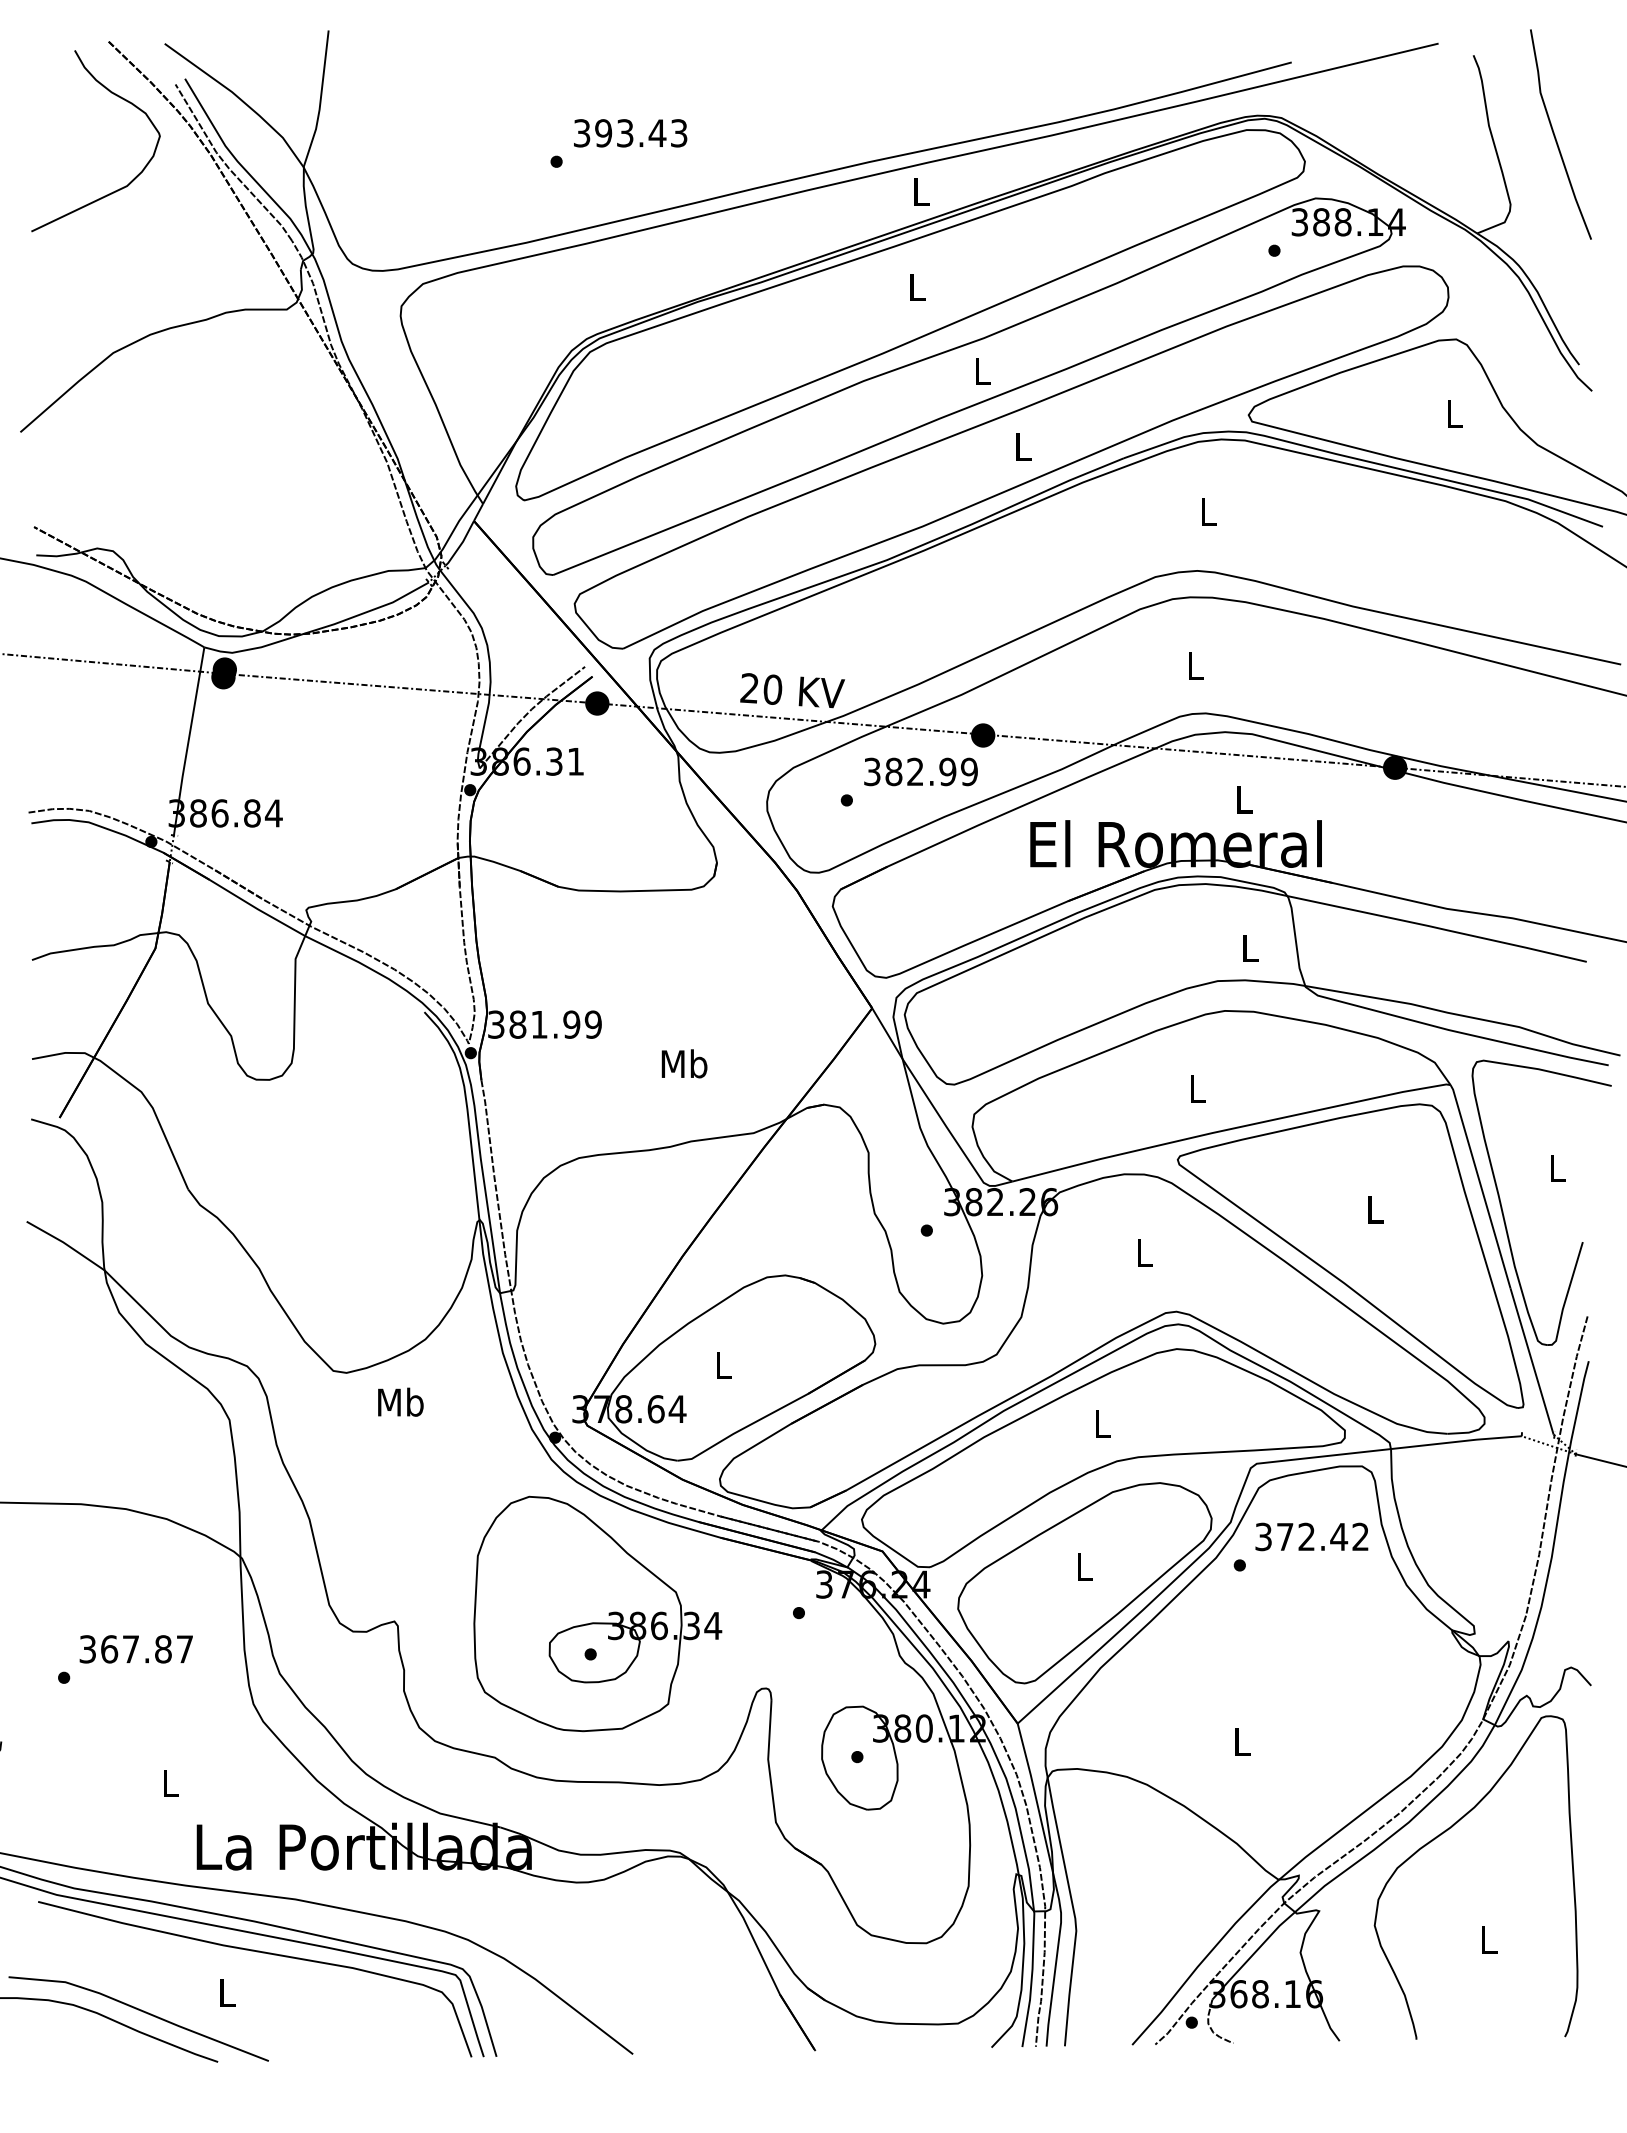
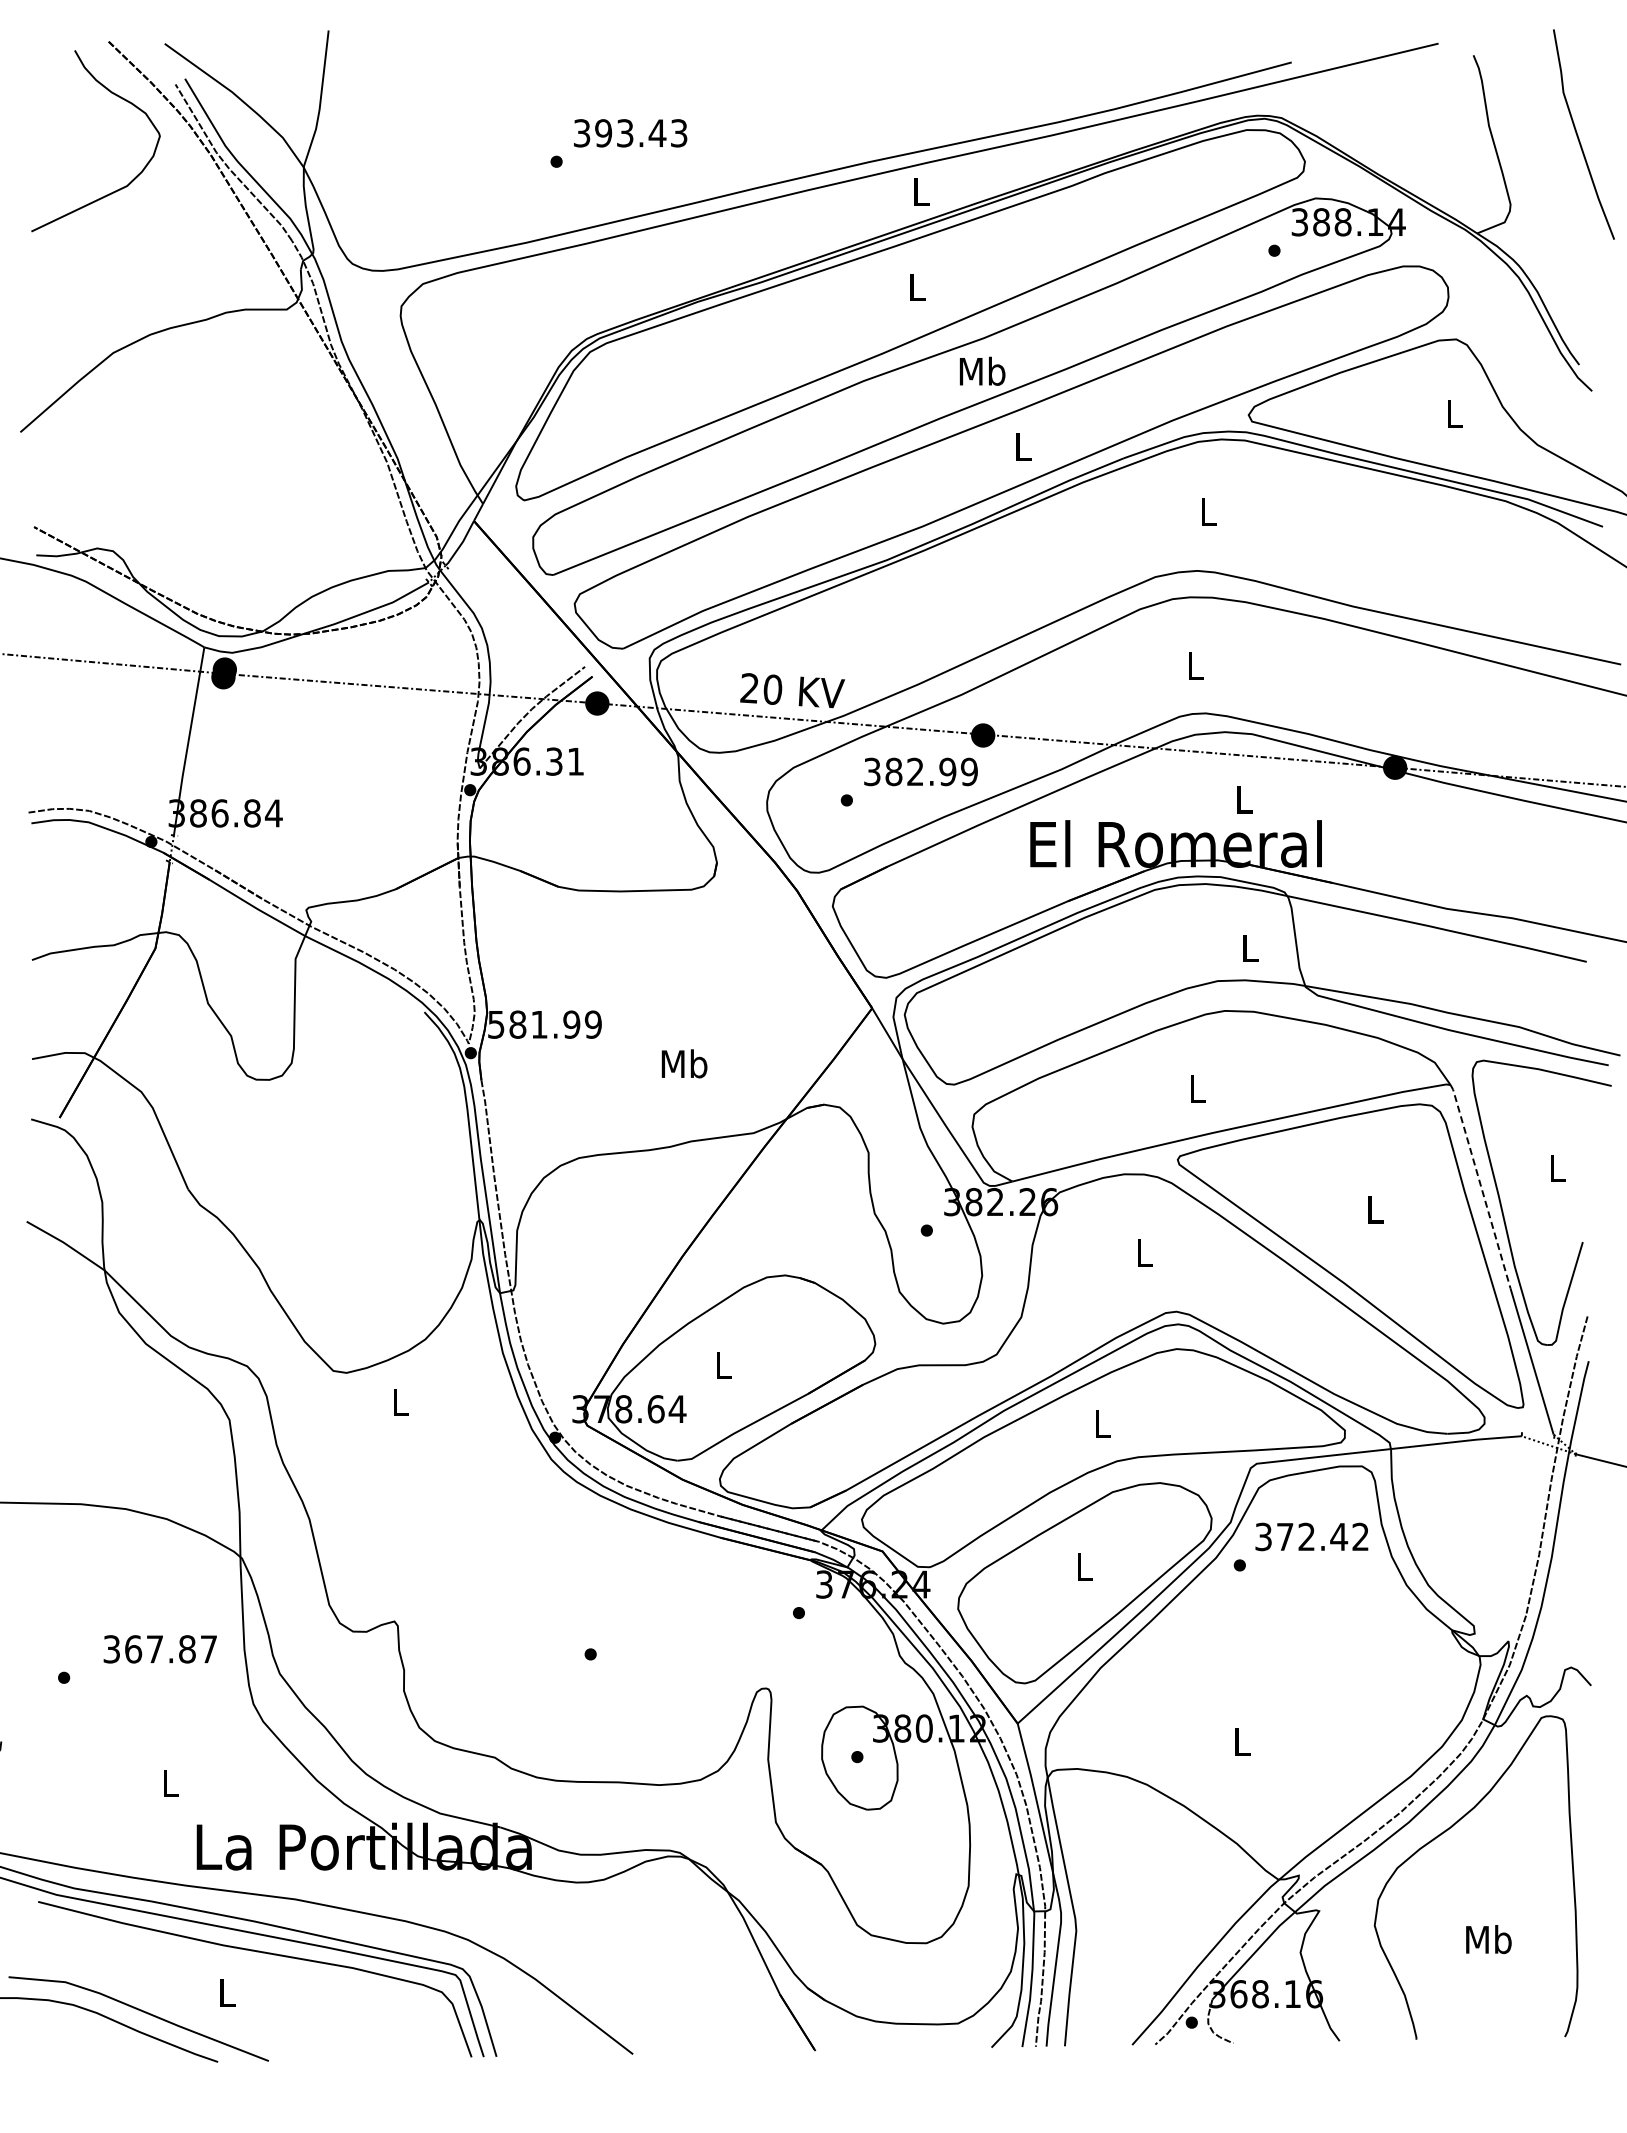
curve at (1555, 135) position: (1555, 135) -> (1578, 135)
text at (982, 370): L -> Mb
text at (496, 1024): 381.99 -> 581.99
line at (1480, 1185): solid -> dashed
text at (400, 1401): Mb -> L
part at (597, 1613): present -> none
text at (135, 1649) position: (135, 1649) -> (159, 1649)
text at (1488, 1939): L -> Mb
